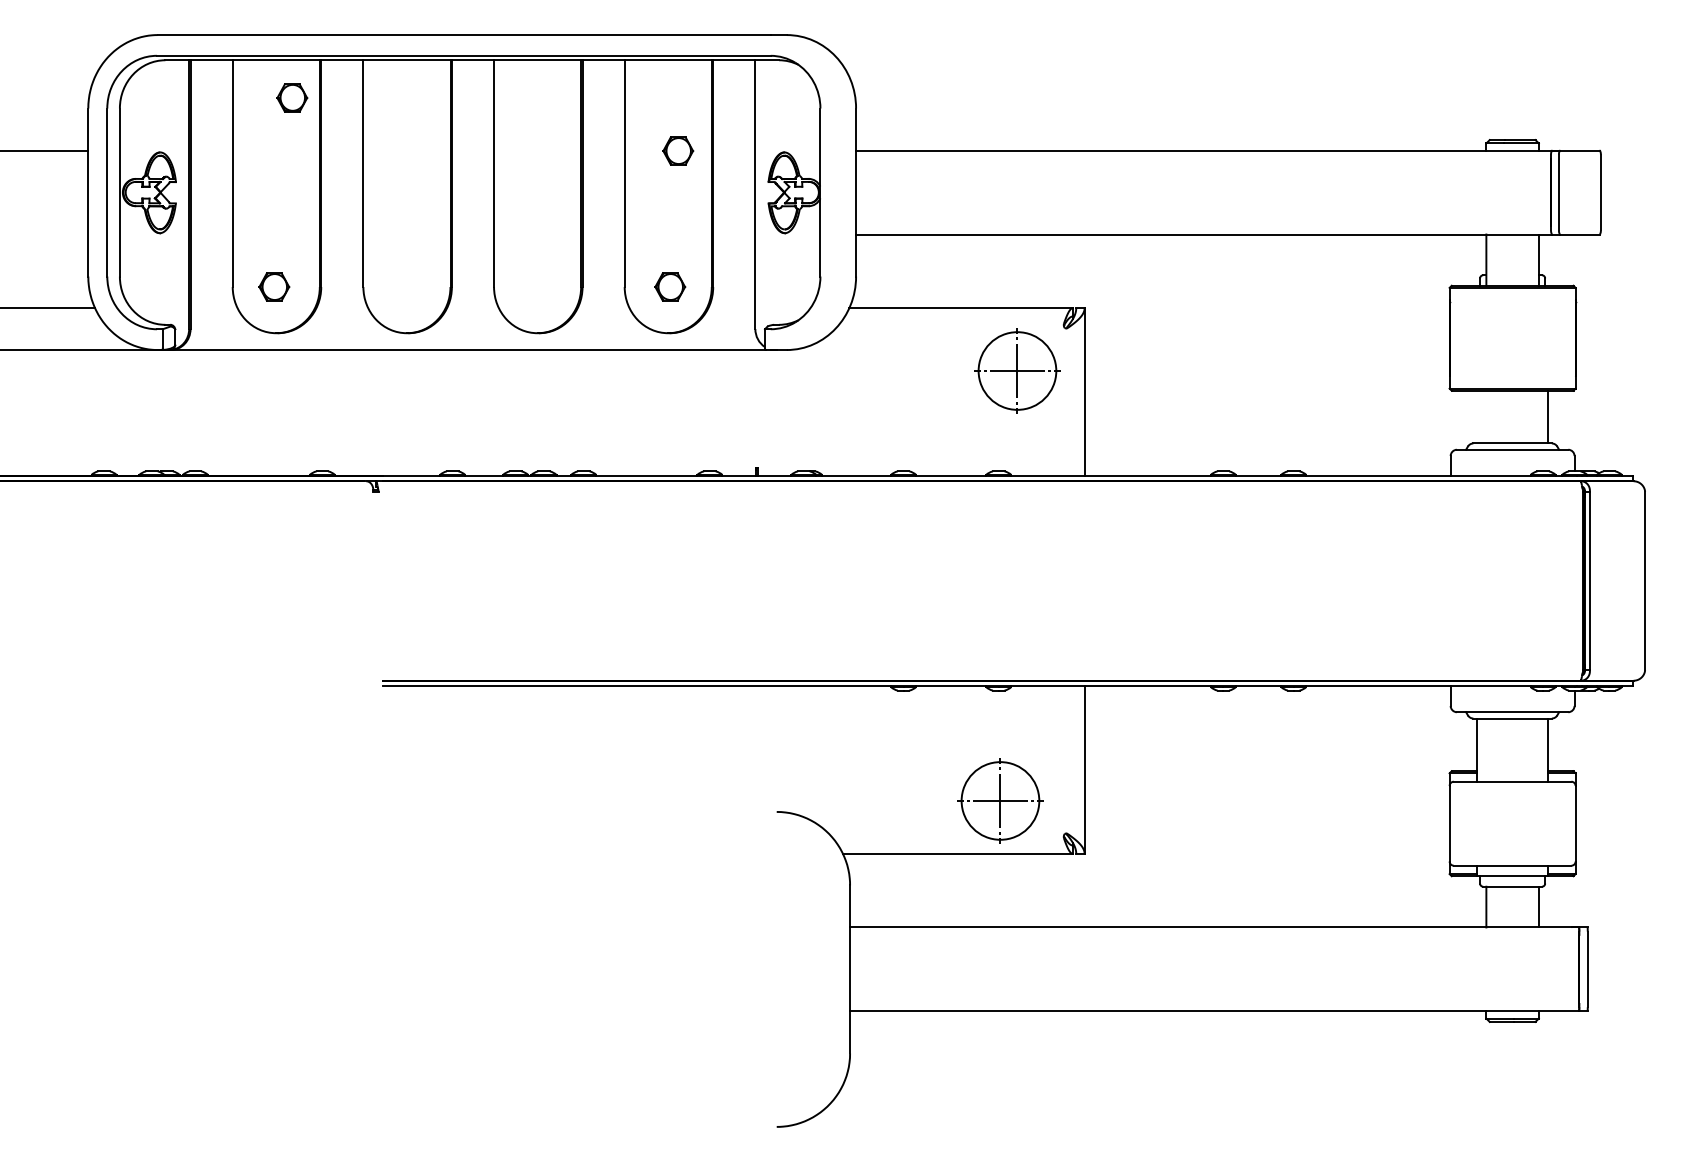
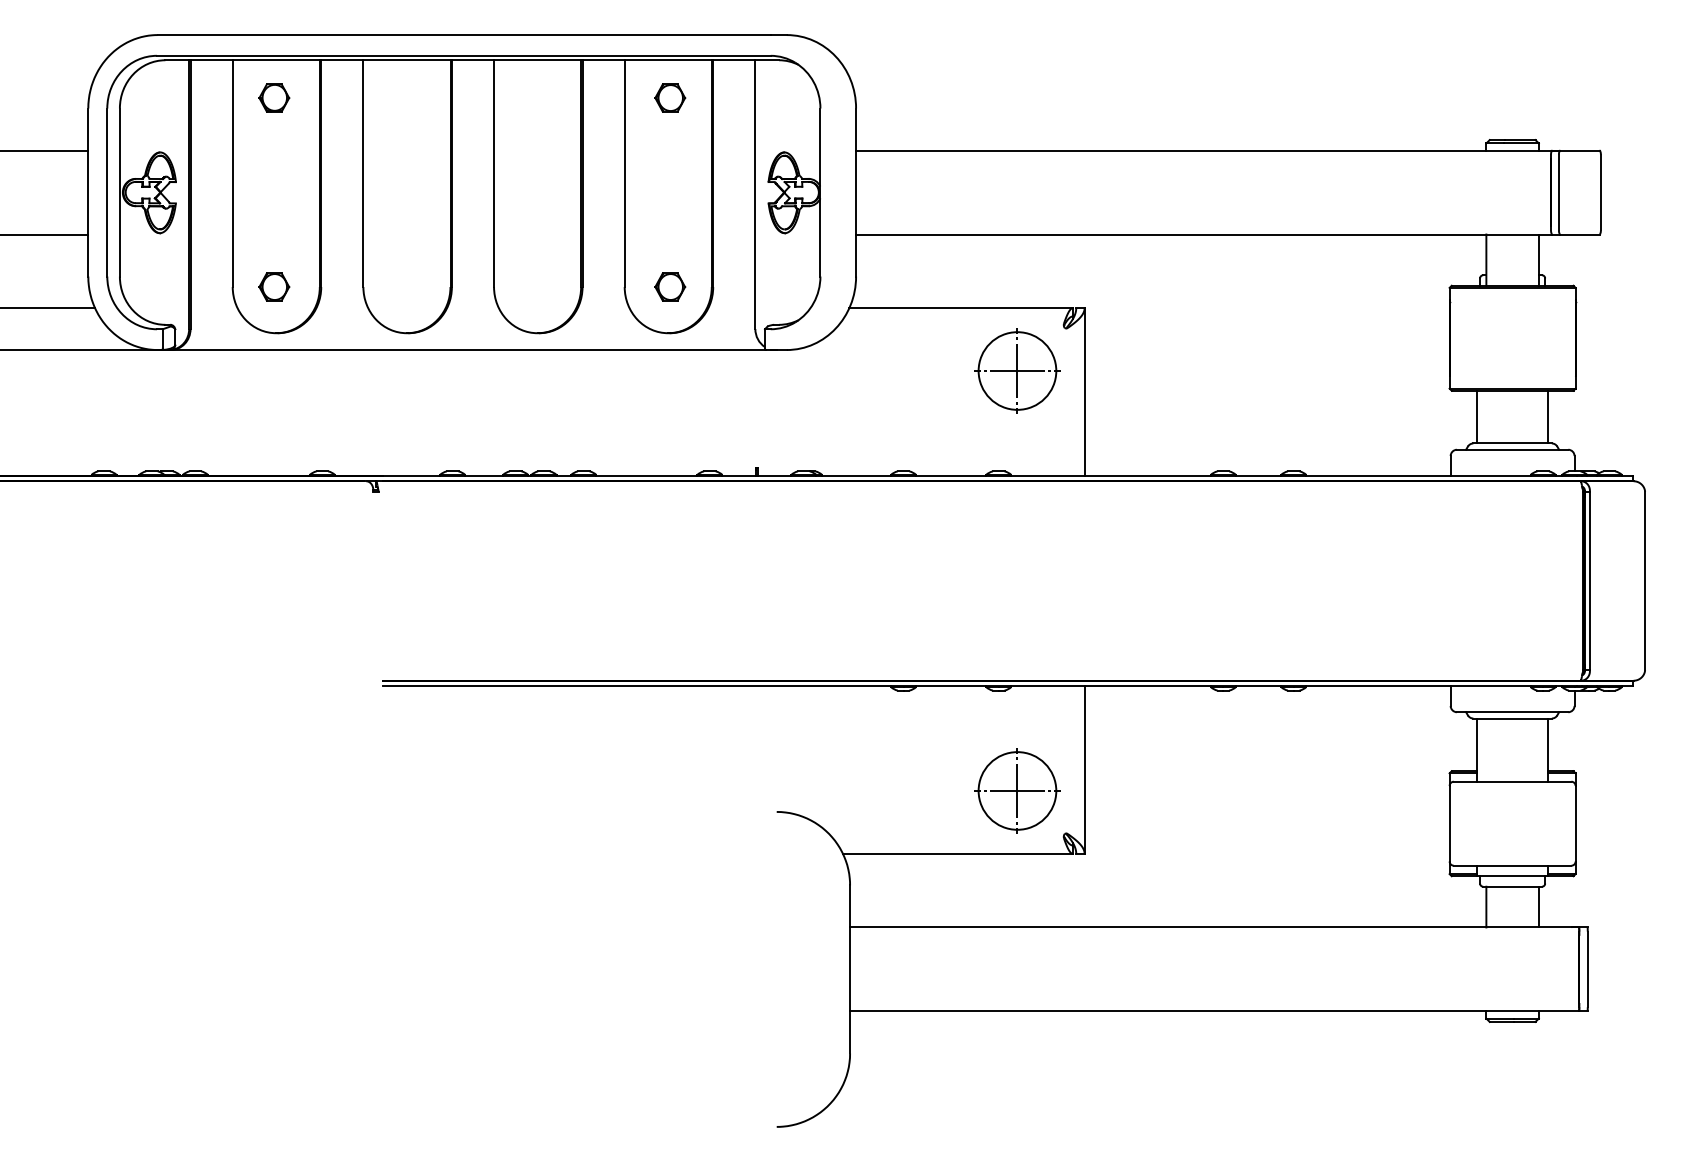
part at (292, 97) position: (292, 97) -> (274, 97)
part at (678, 150) position: (678, 150) -> (670, 97)
line at (45, 234): none -> present
line at (1477, 416): none -> present
part at (1000, 800) position: (1000, 800) -> (1017, 790)
